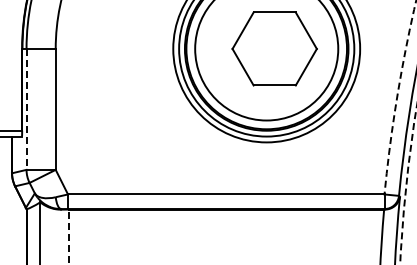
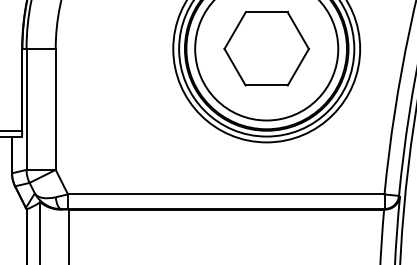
part at (274, 48) position: (274, 48) -> (266, 48)
arc at (397, 96): dashed -> solid
line at (26, 109): dashed -> solid
arc at (406, 185): dashed -> solid
line at (69, 236): dashed -> solid
